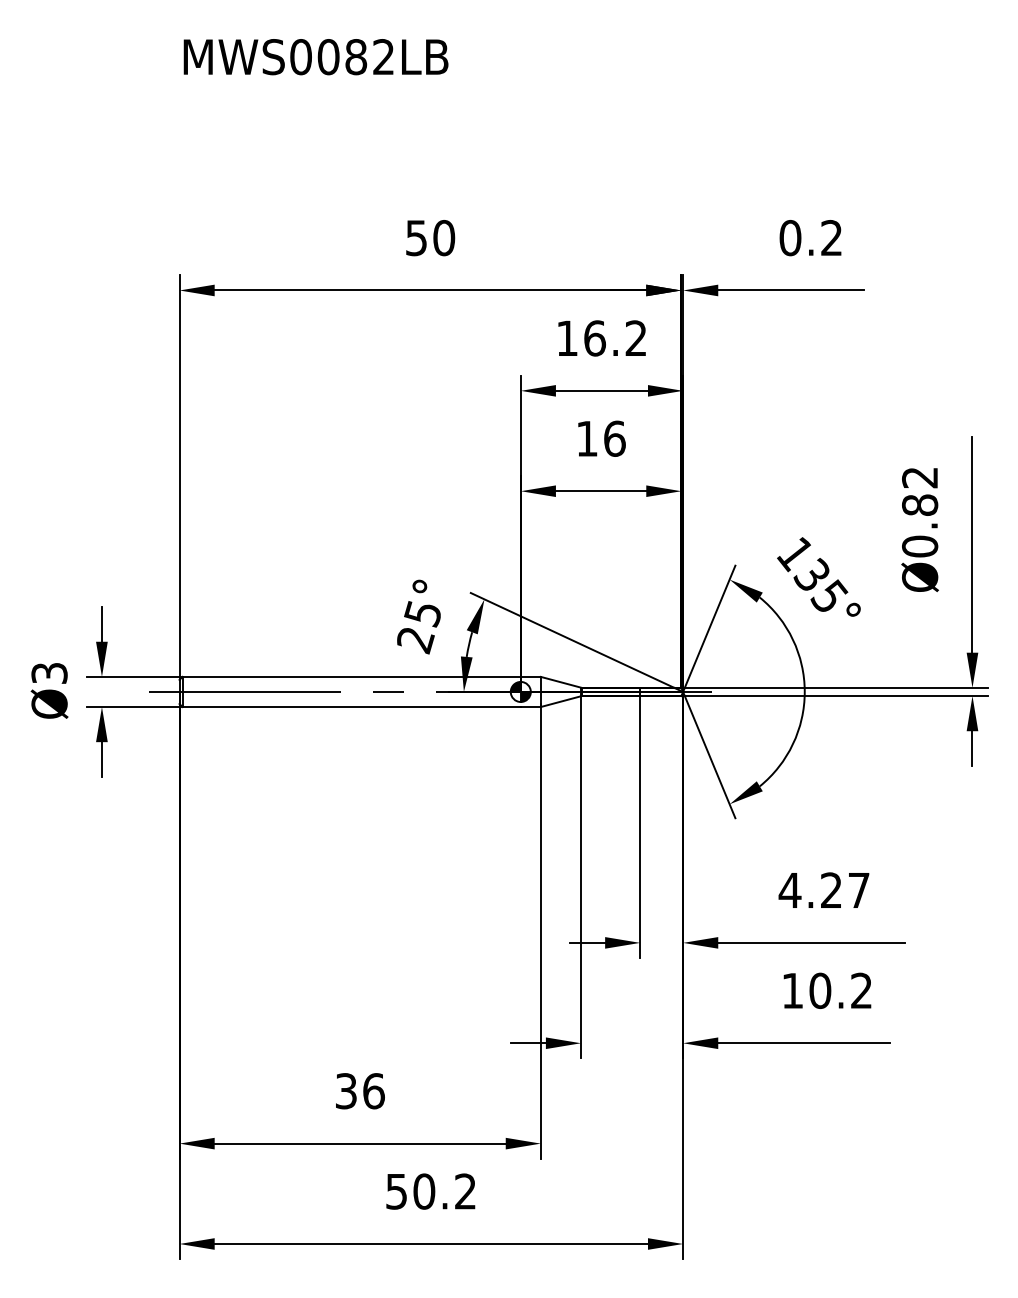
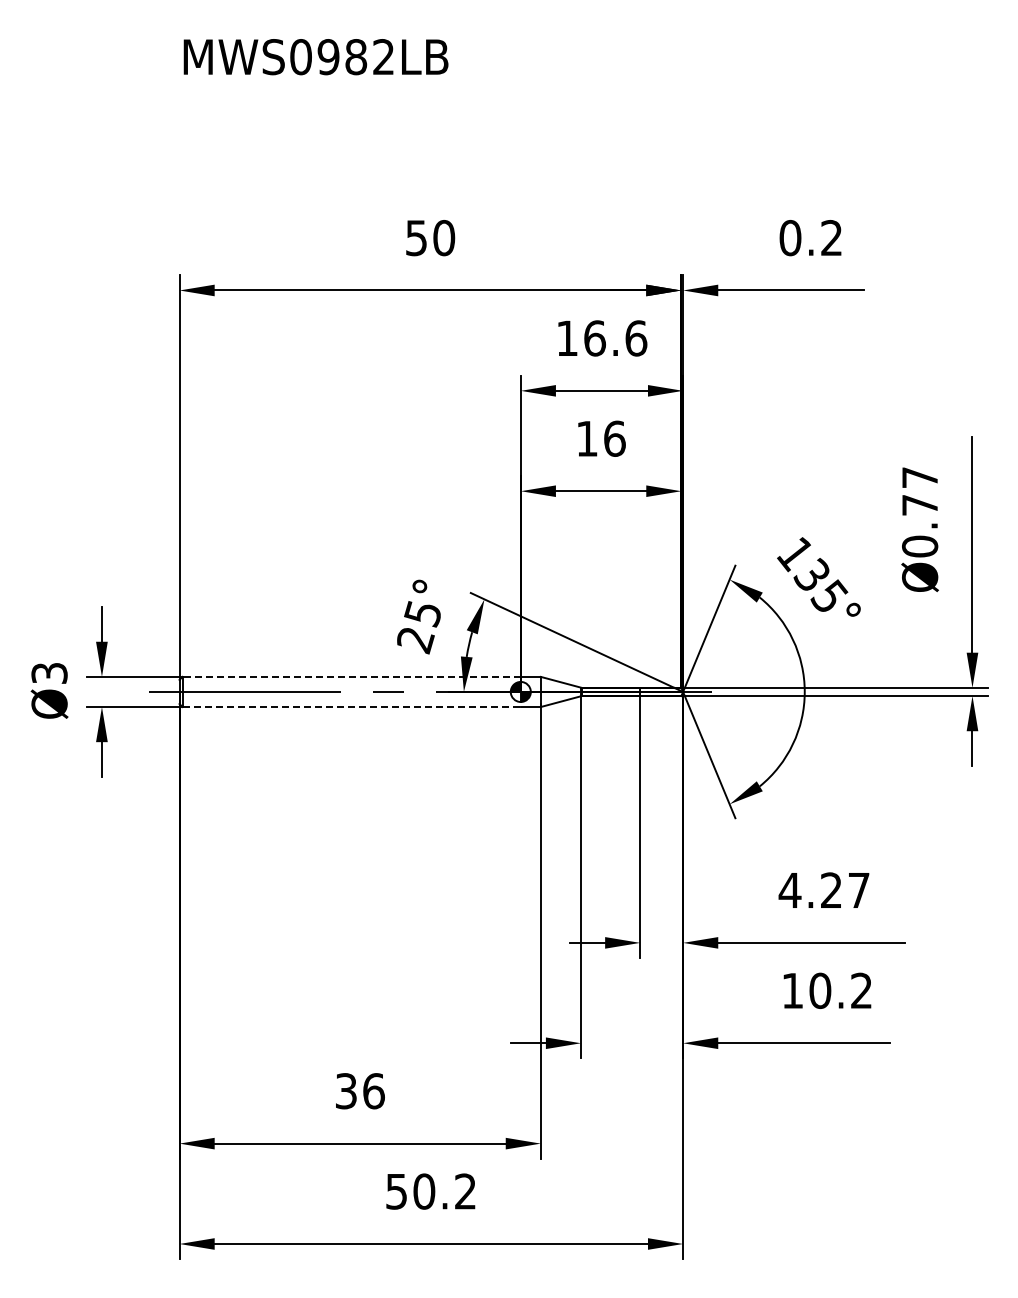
text at (328, 57): MWS0082LB -> MWS0982LB
text at (636, 338): 16.2 -> 16.6
text at (920, 491): Ø0.82 -> Ø0.77
line at (351, 676): solid -> dashed
line at (352, 707): solid -> dashed
